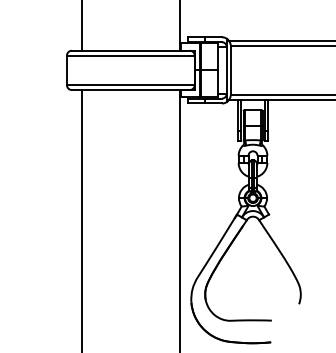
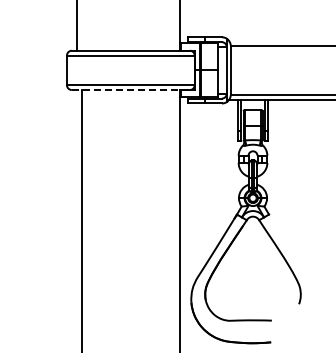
line at (81, 26) position: (81, 26) -> (76, 26)
line at (280, 40): present -> none
line at (130, 90): solid -> dashed
